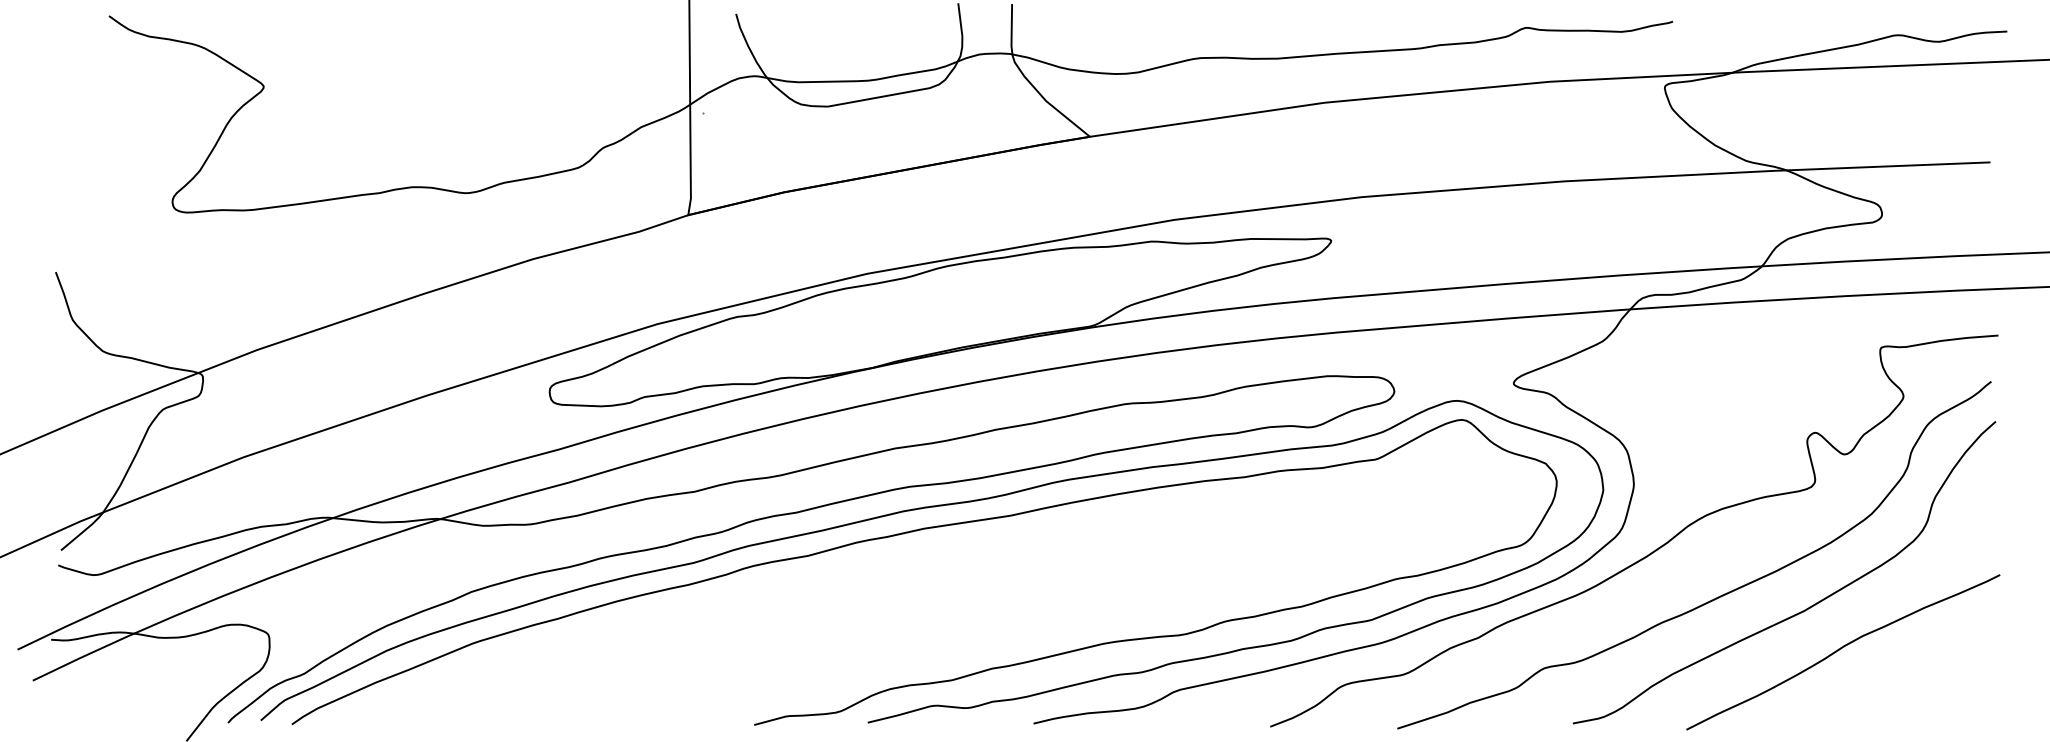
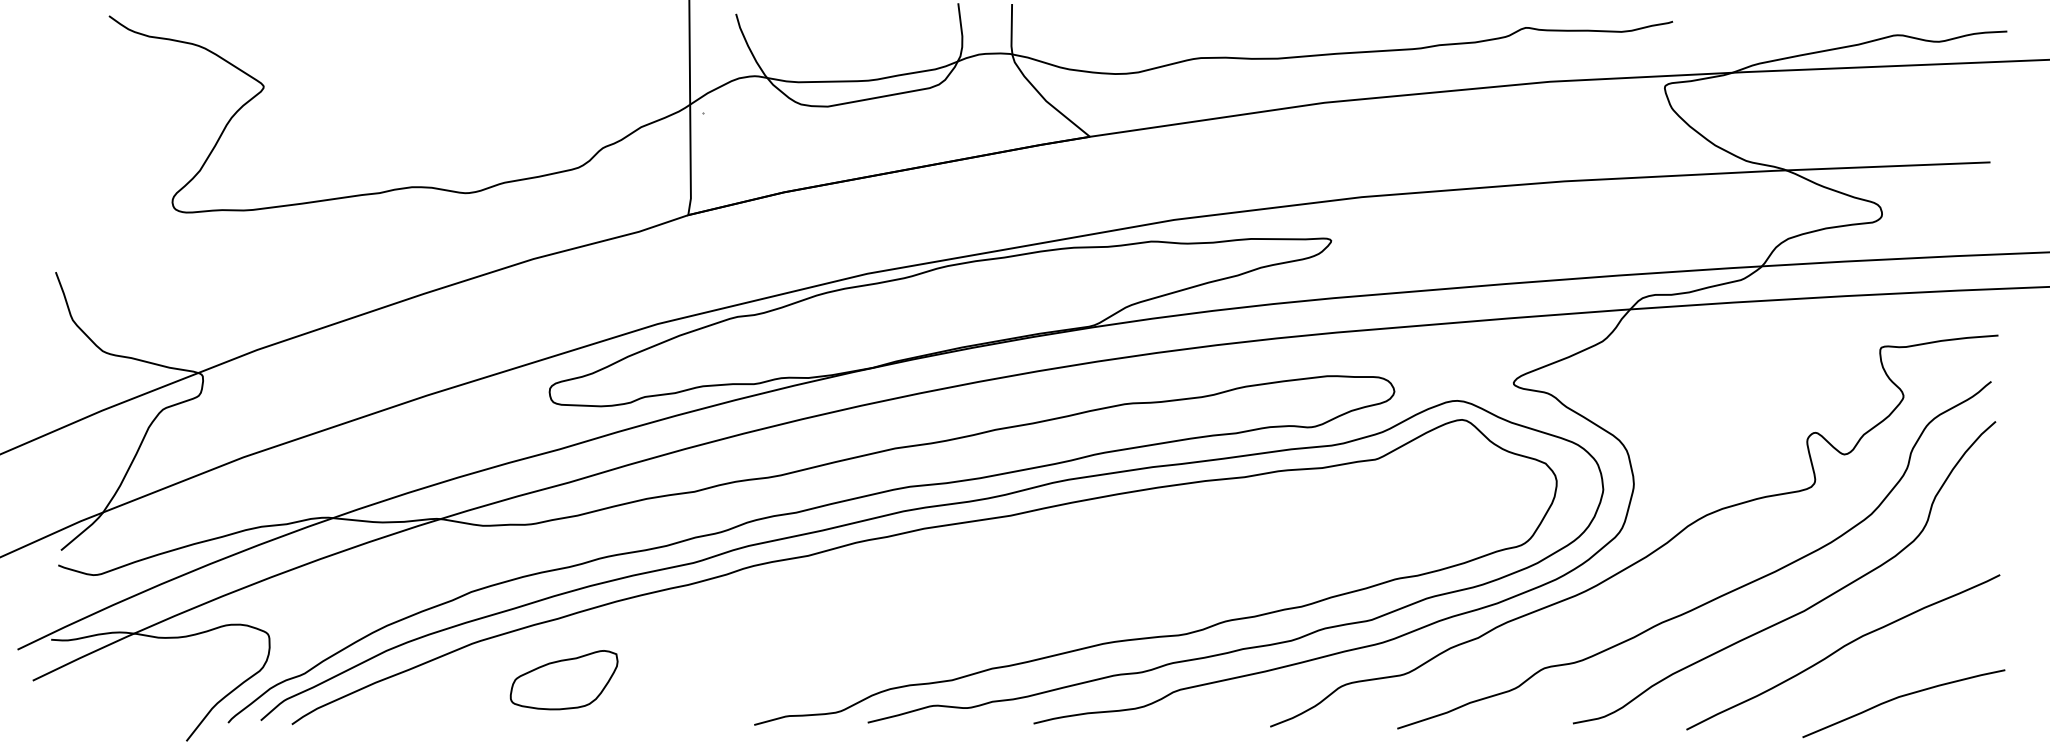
part at (563, 680): none -> present
curve at (1901, 697): none -> present
